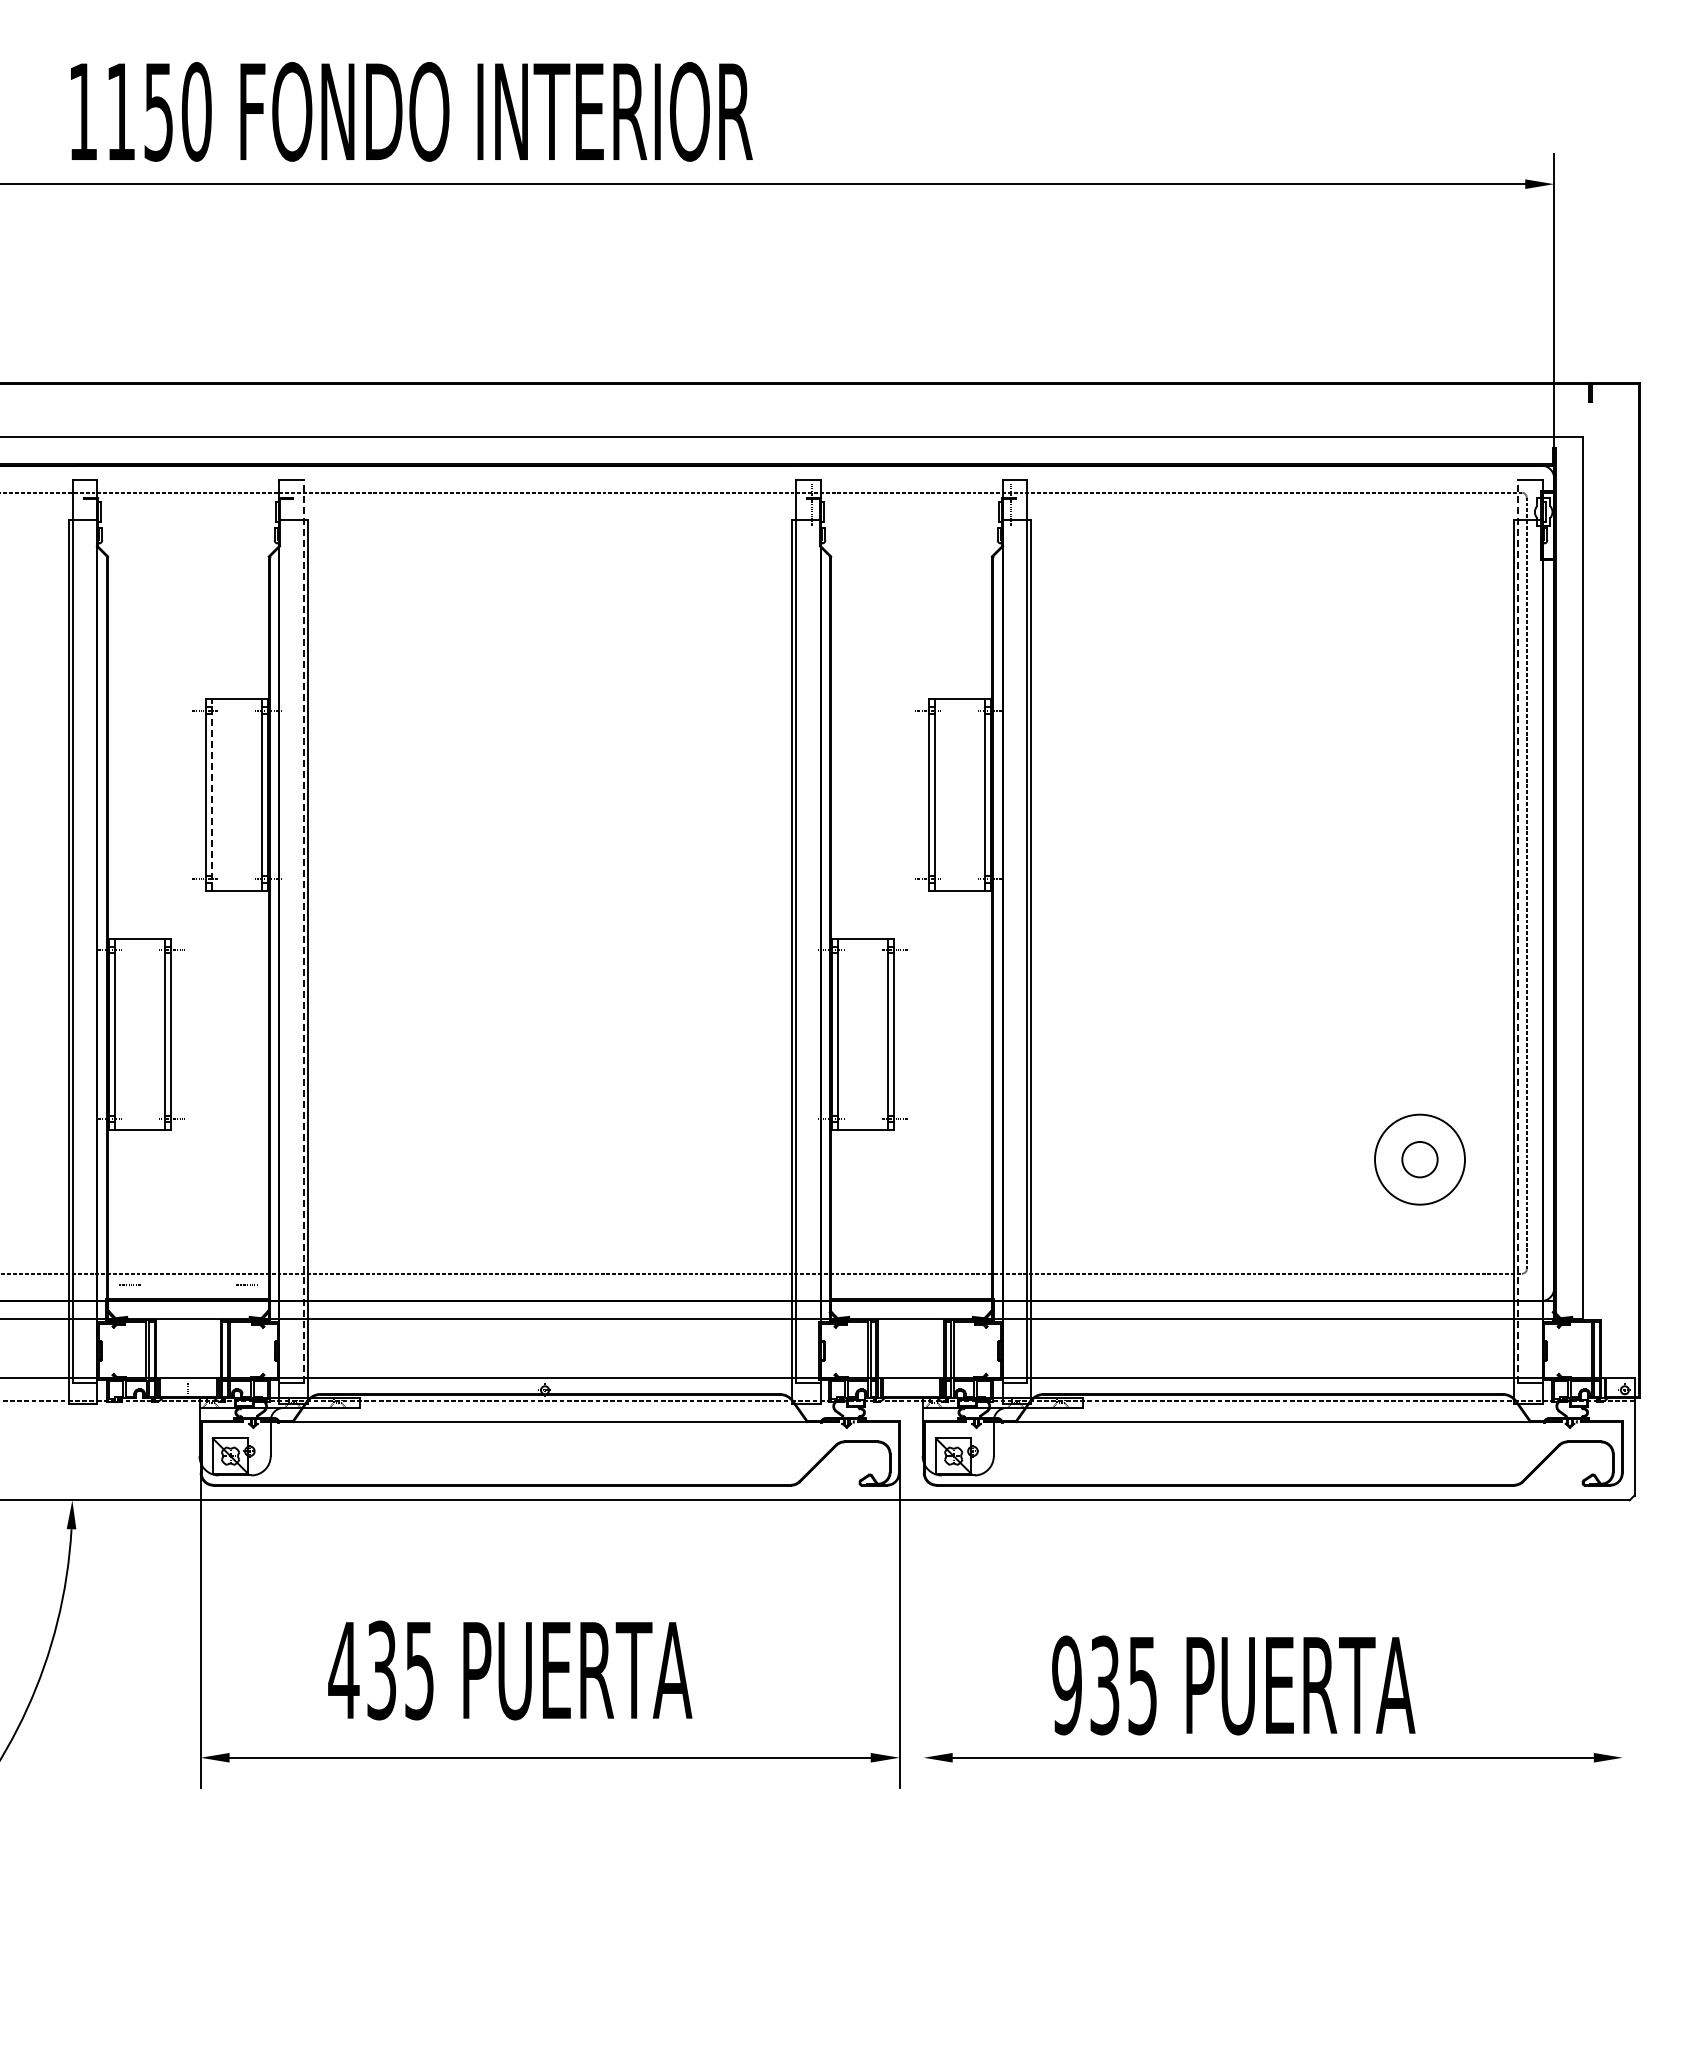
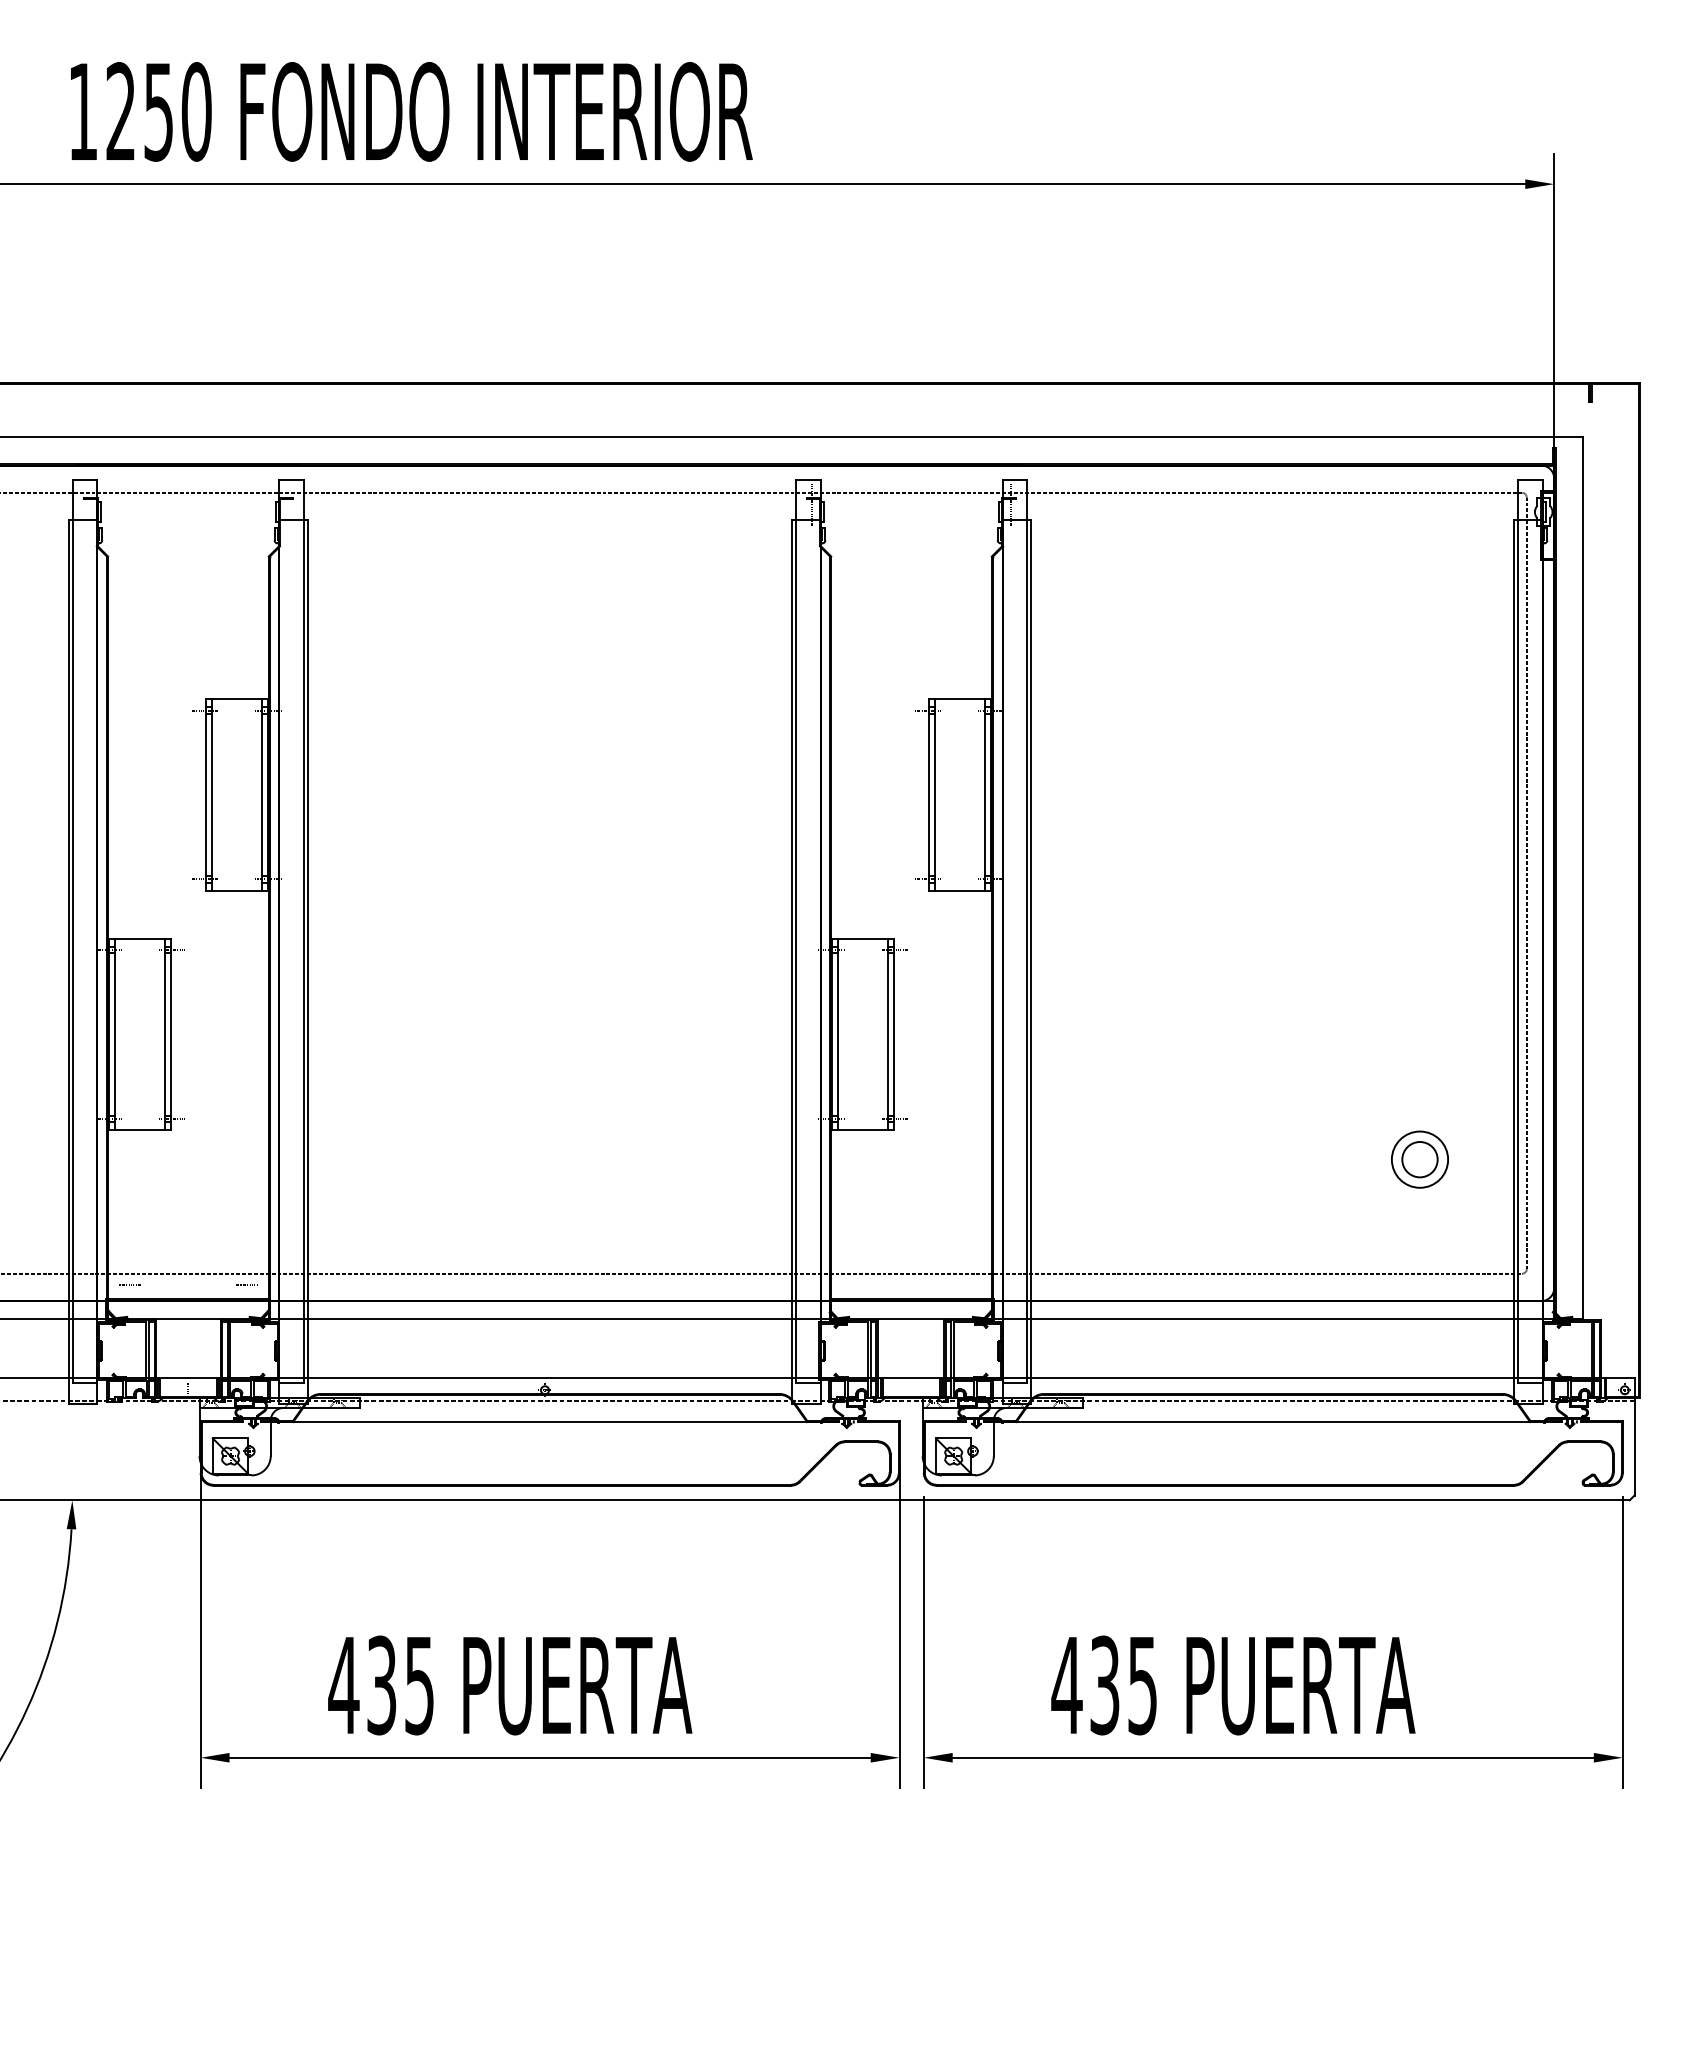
text at (120, 110): 1150 -> 1250
line at (212, 794): dashed -> solid
line at (303, 931): dashed -> solid
line at (1518, 931): dashed -> solid
circle at (1419, 1159) diameter: 90 px -> 56 px
line at (923, 1641): none -> present
line at (1622, 1641): none -> present
text at (510, 1670) position: (510, 1670) -> (510, 1685)
text at (1066, 1685): 935 -> 435
